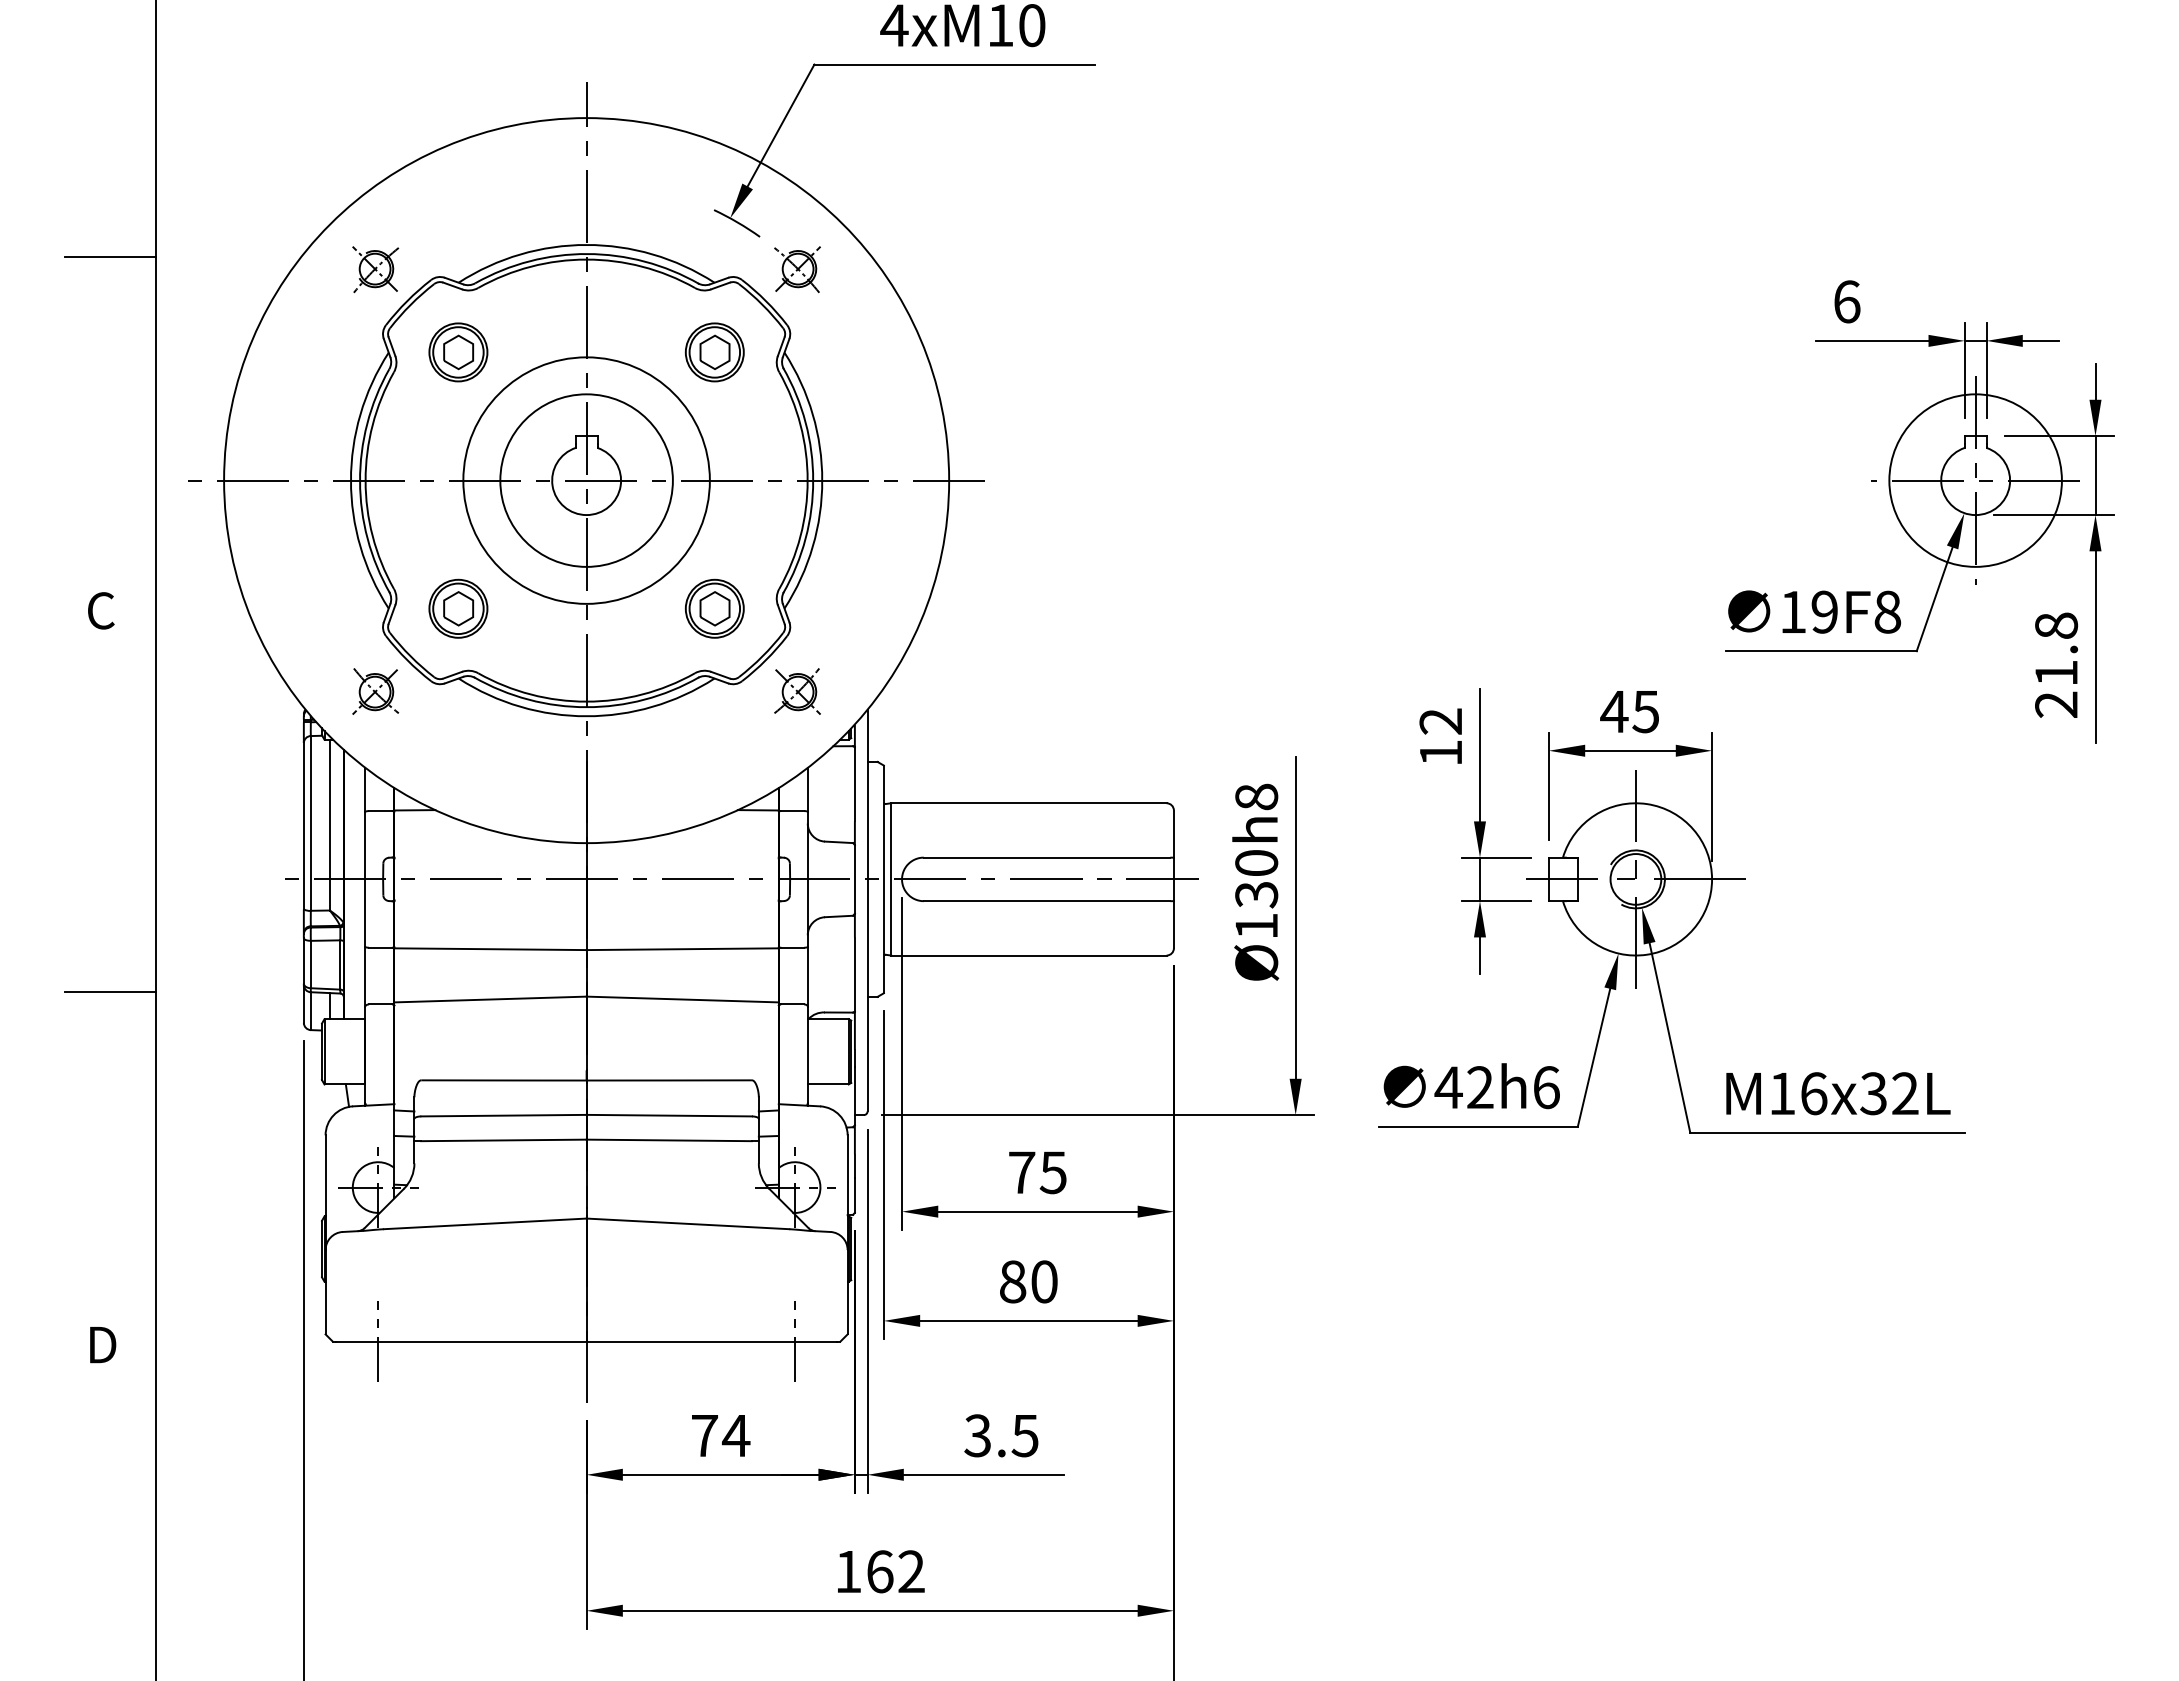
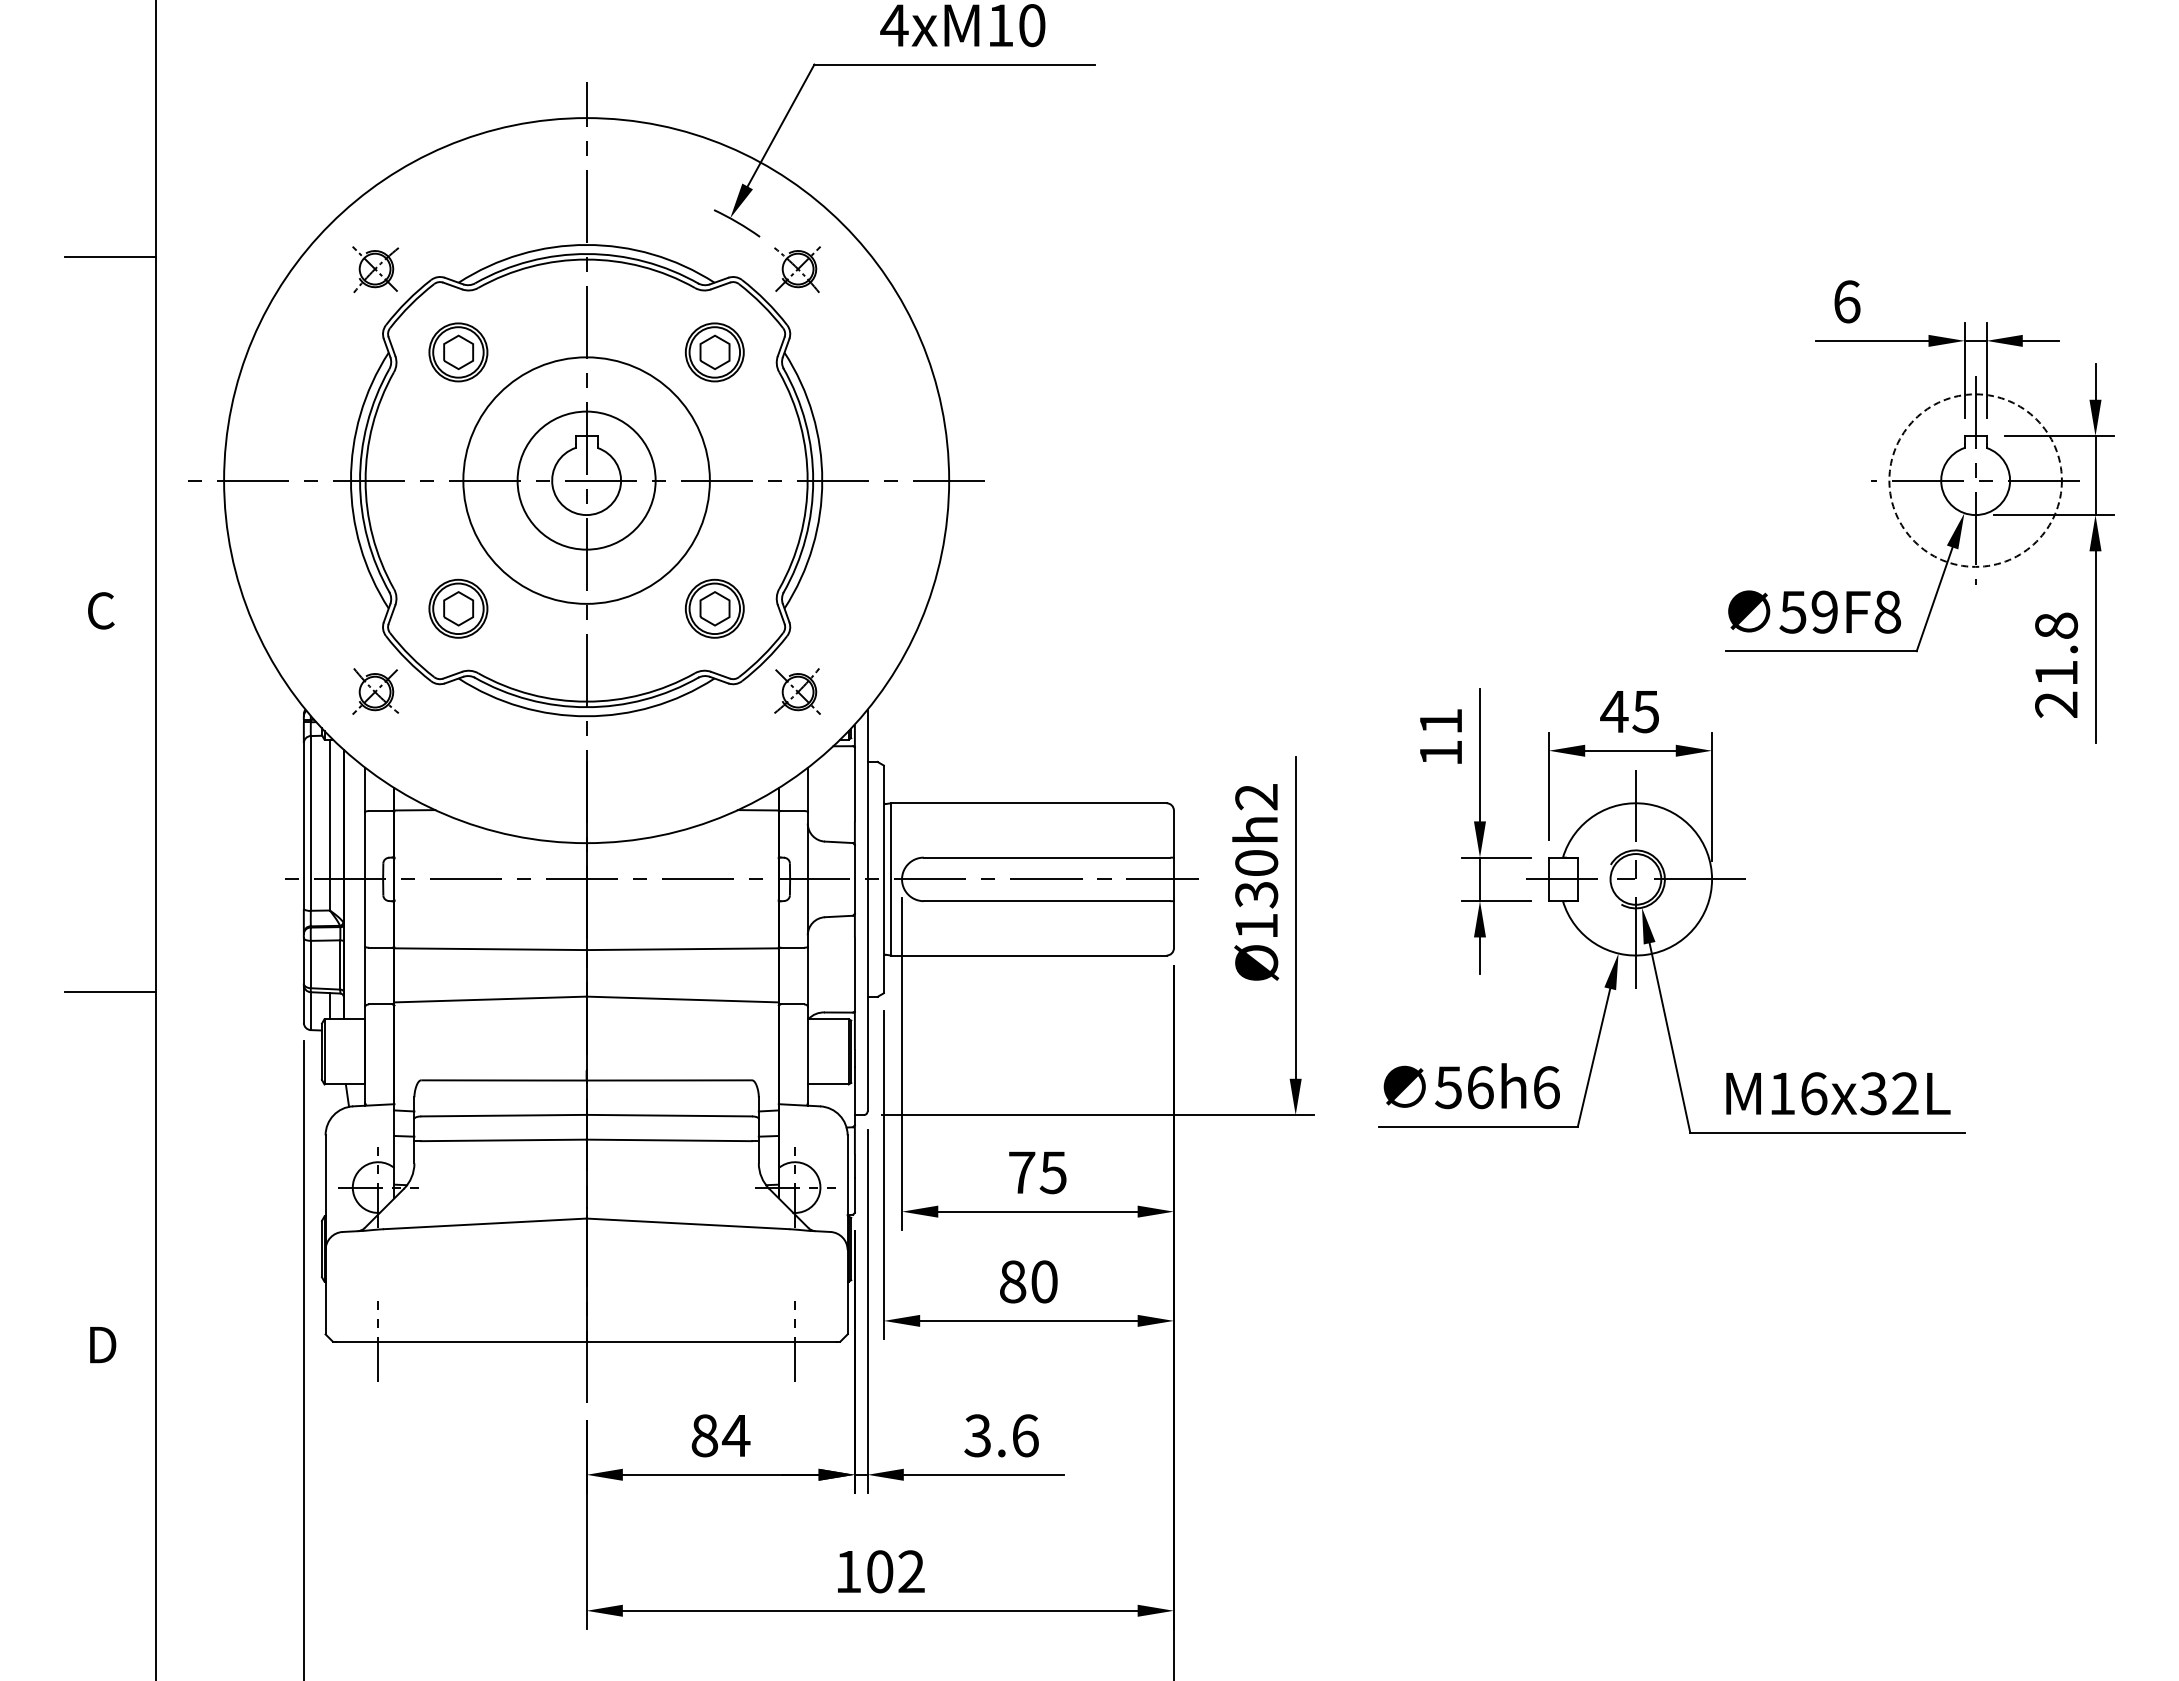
circle at (586, 480) diameter: 173 px -> 138 px
circle at (1975, 480): solid -> dashed
text at (1792, 612): 19F8 -> 59F8
text at (1440, 721): 12 -> 11
text at (1256, 796): Ø130h8 -> Ø130h2
text at (1463, 1087): 42h6 -> 56h6
text at (704, 1435): 74 -> 84
text at (1024, 1435): 3.5 -> 3.6
text at (880, 1571): 162 -> 102
